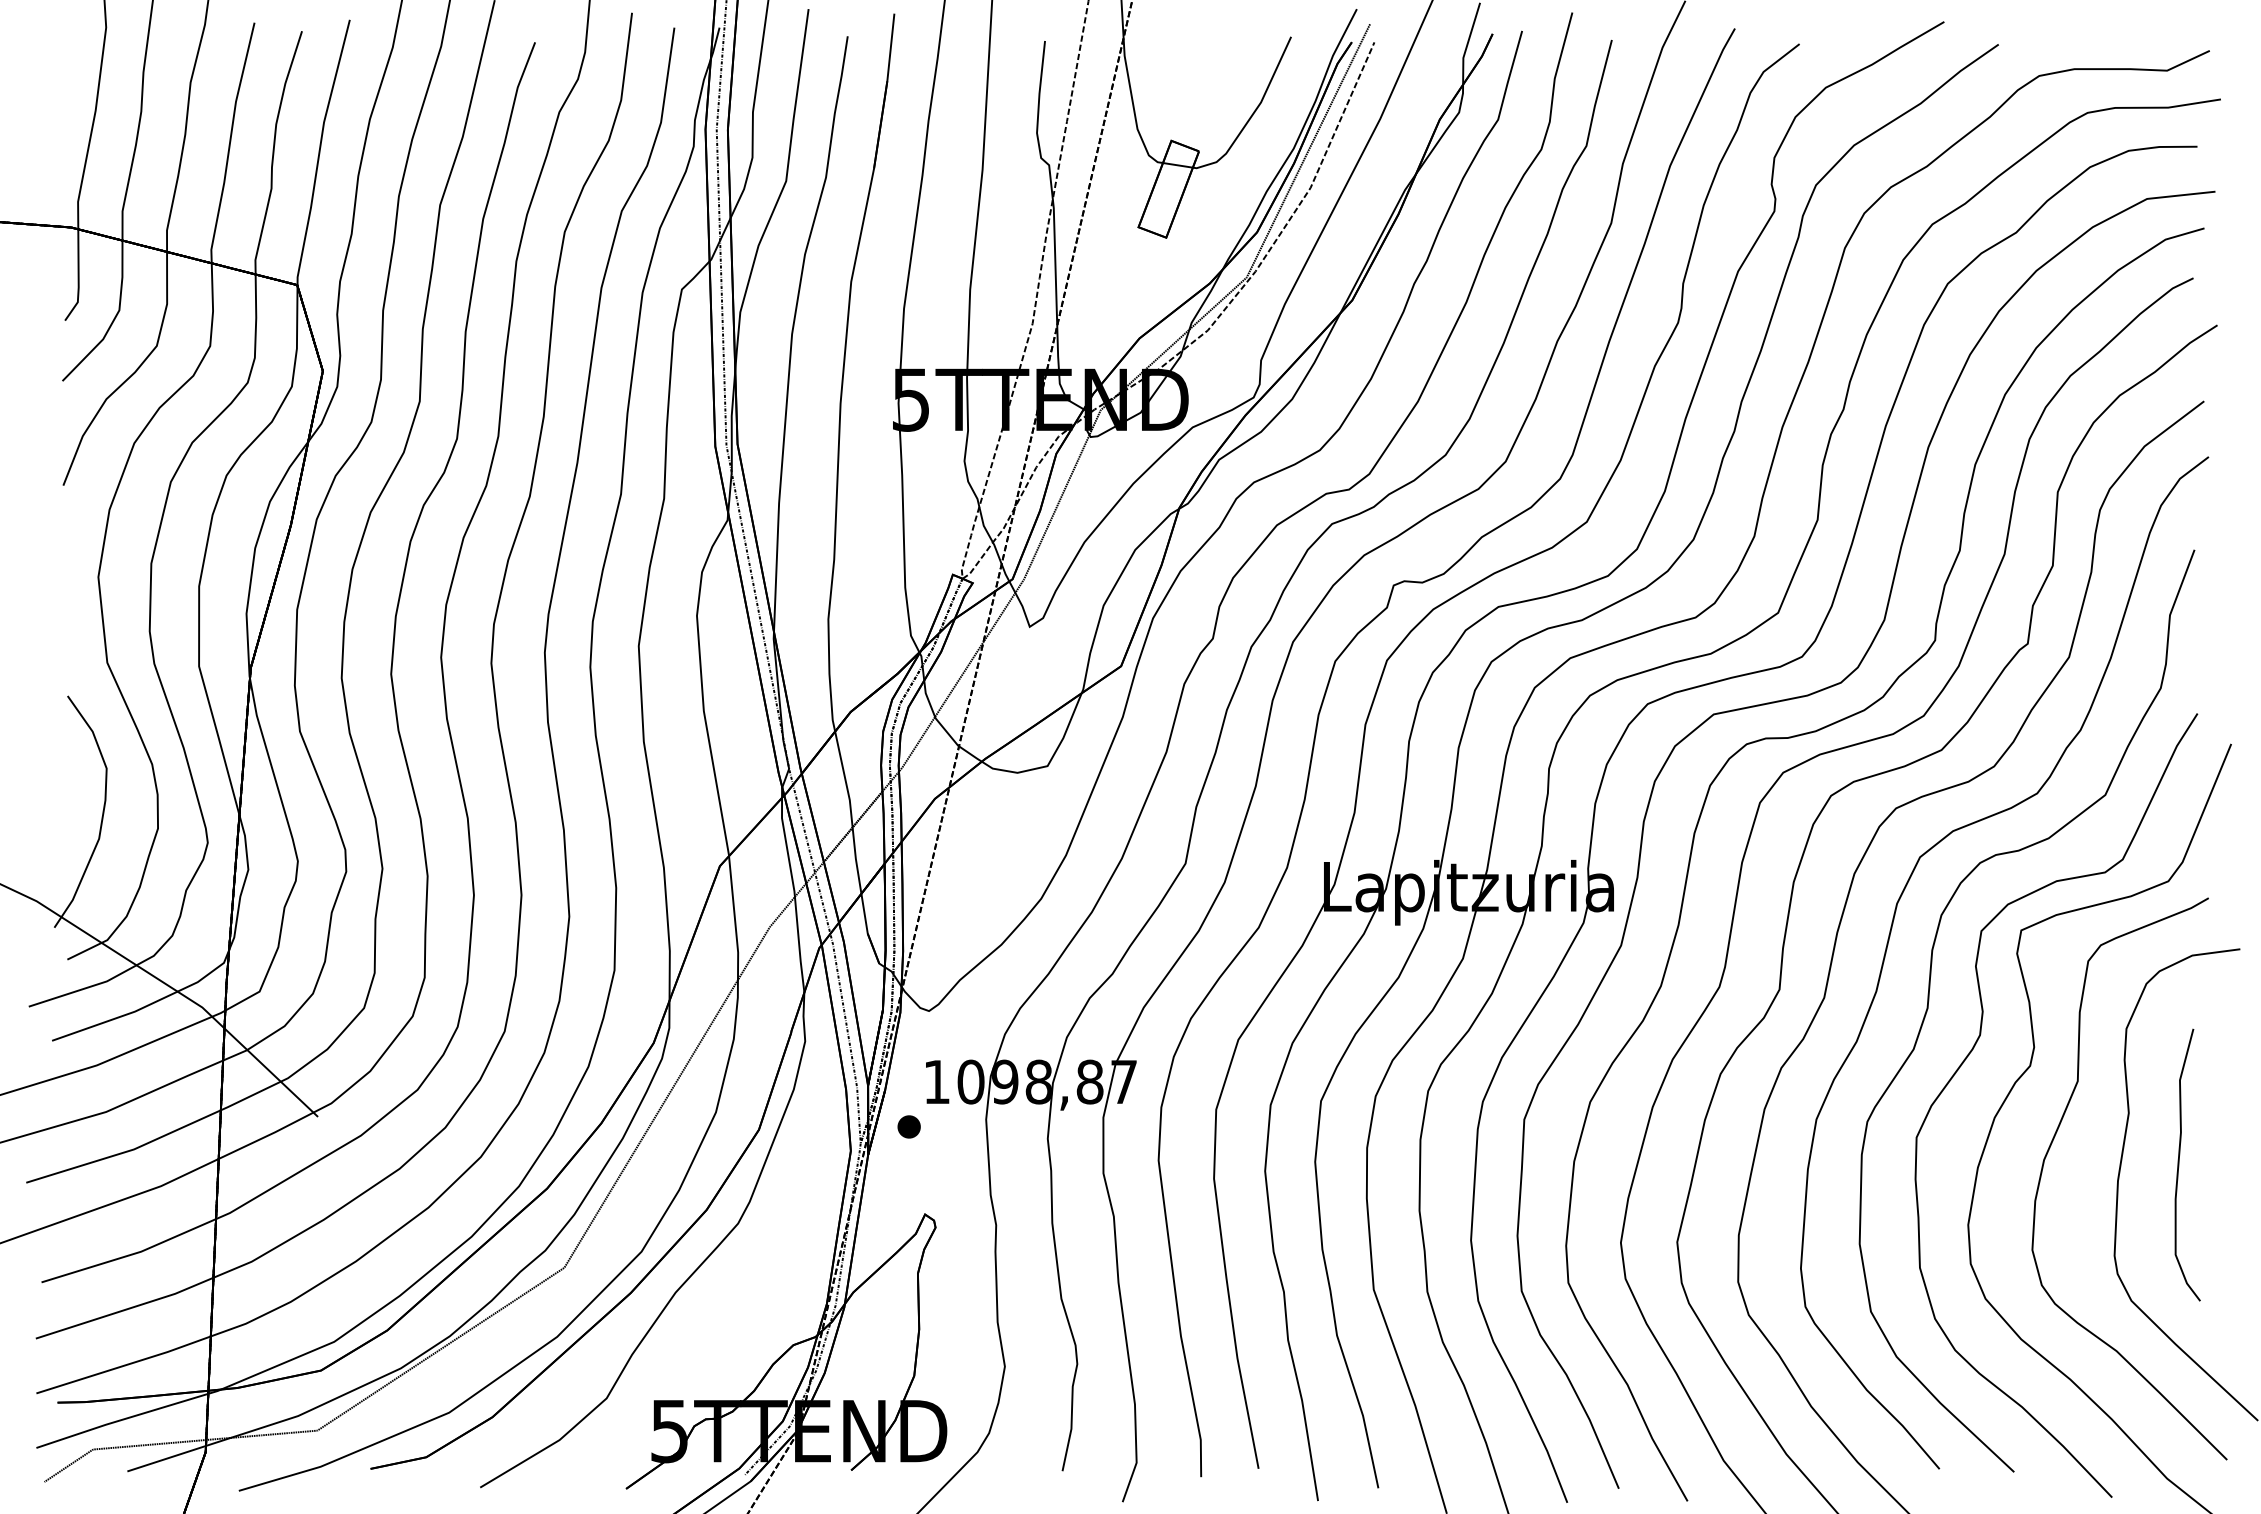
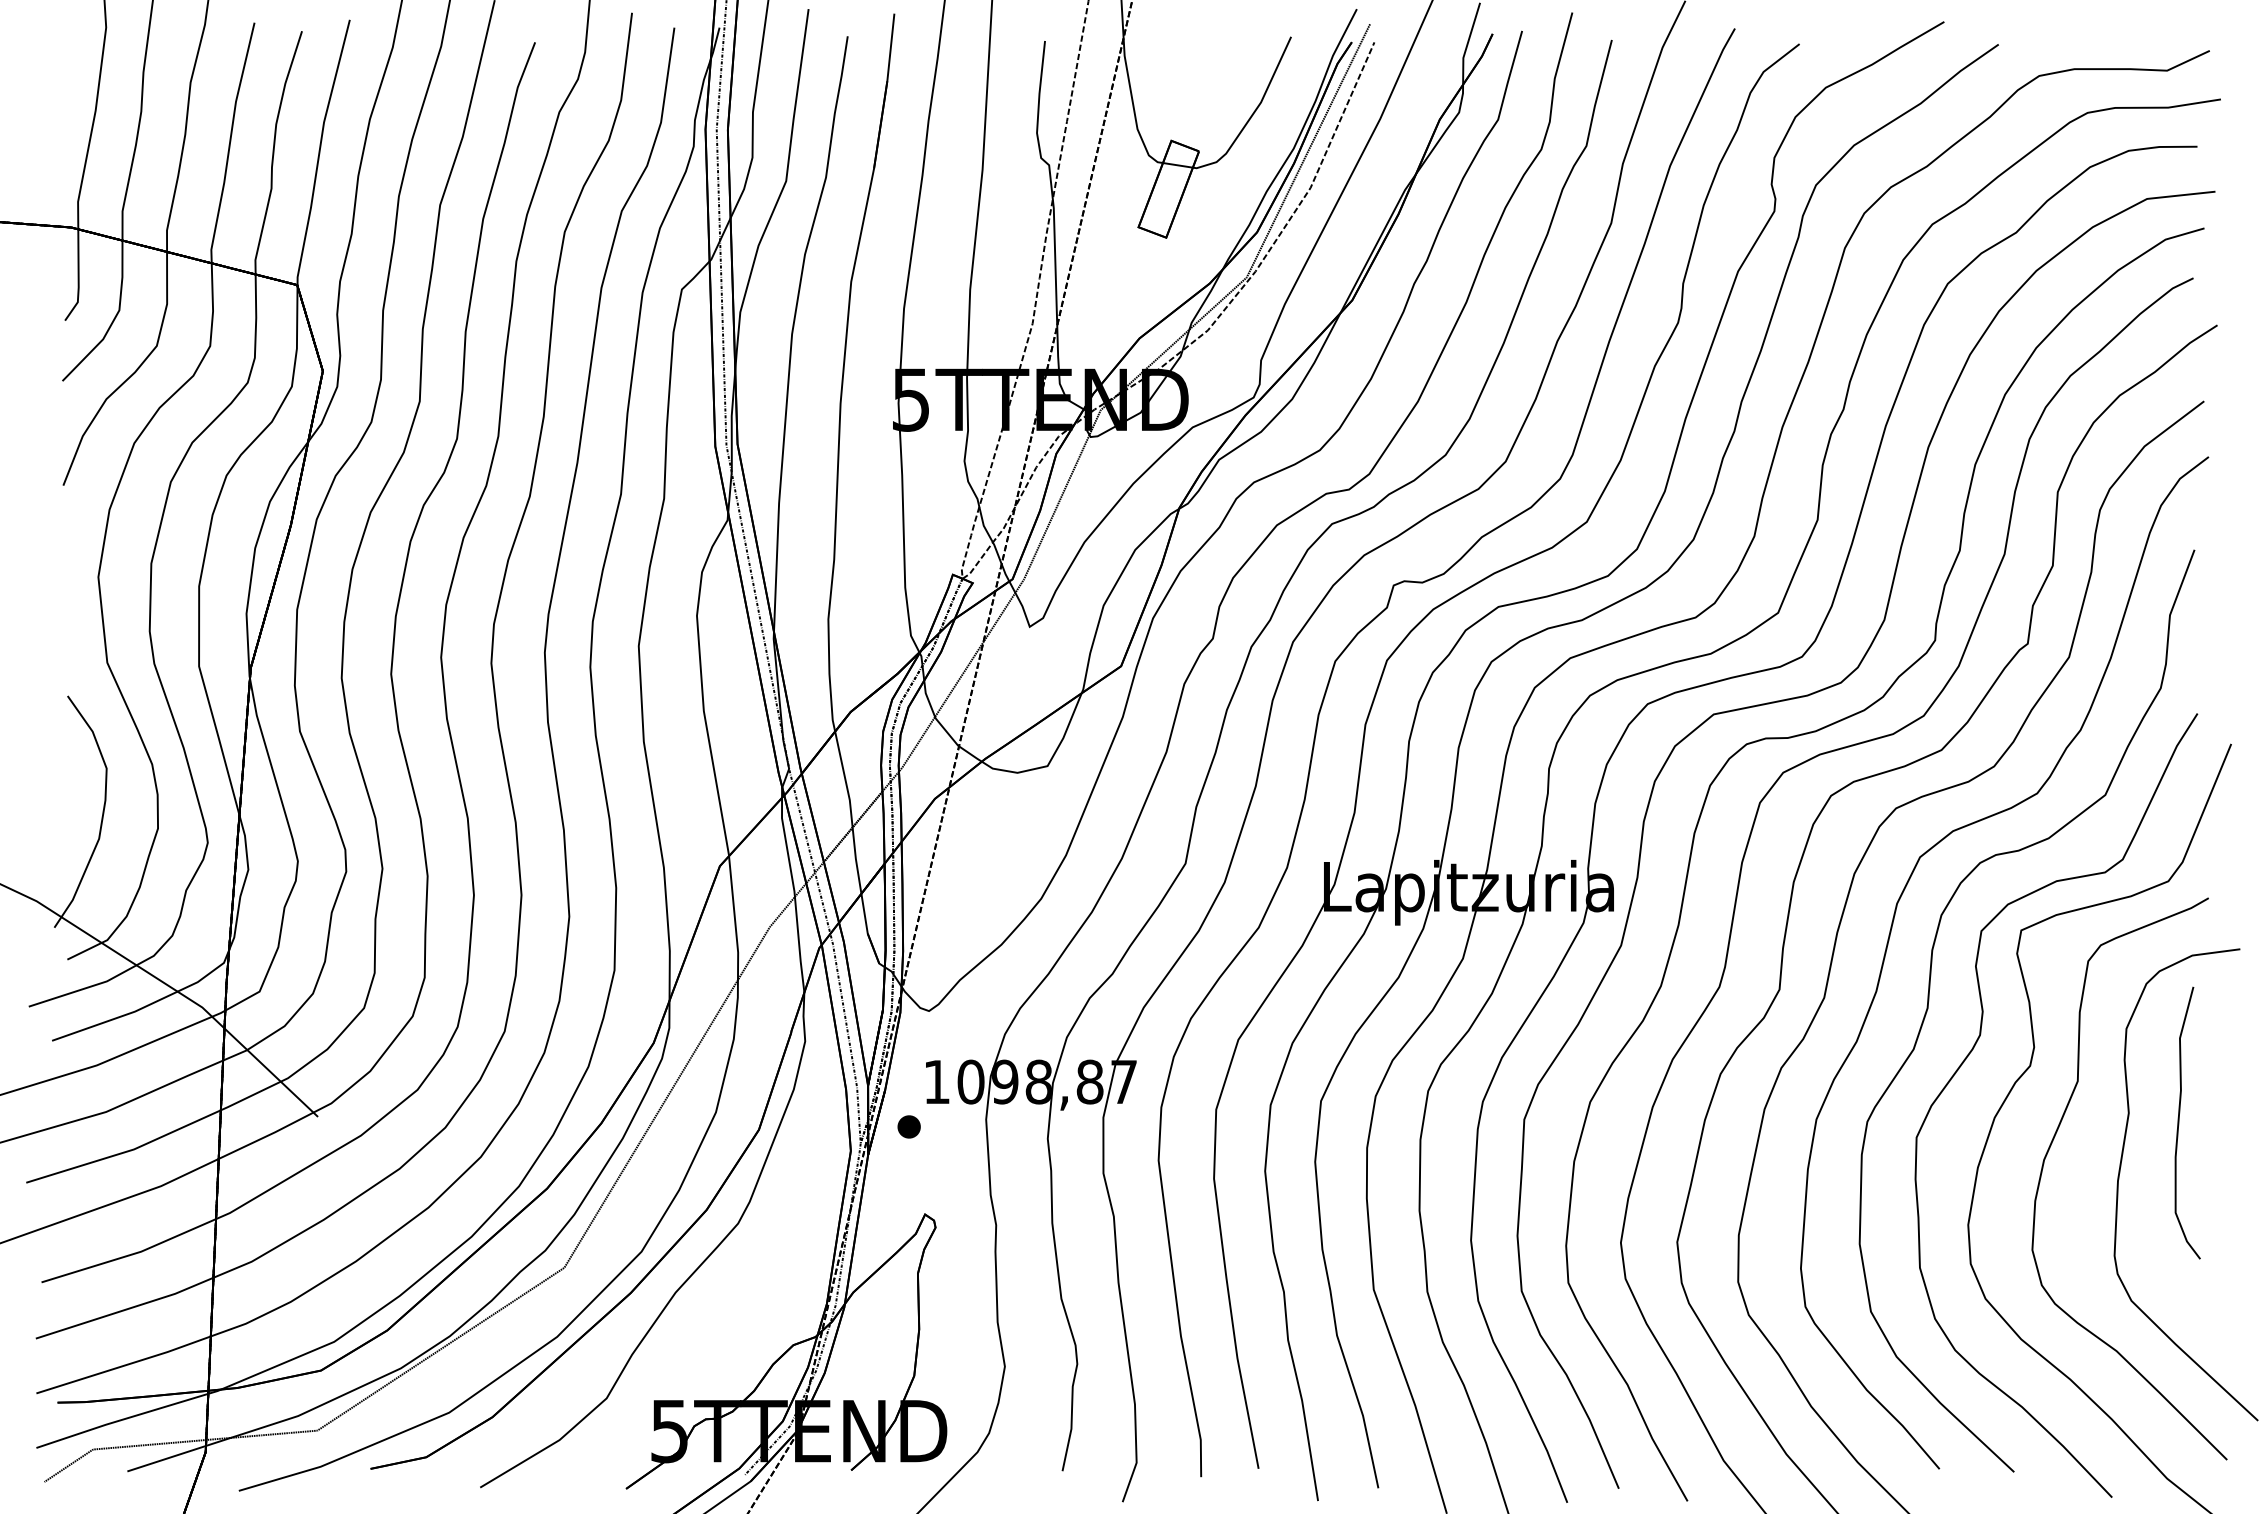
part at (2179, 1164) position: (2179, 1164) -> (2179, 1122)
